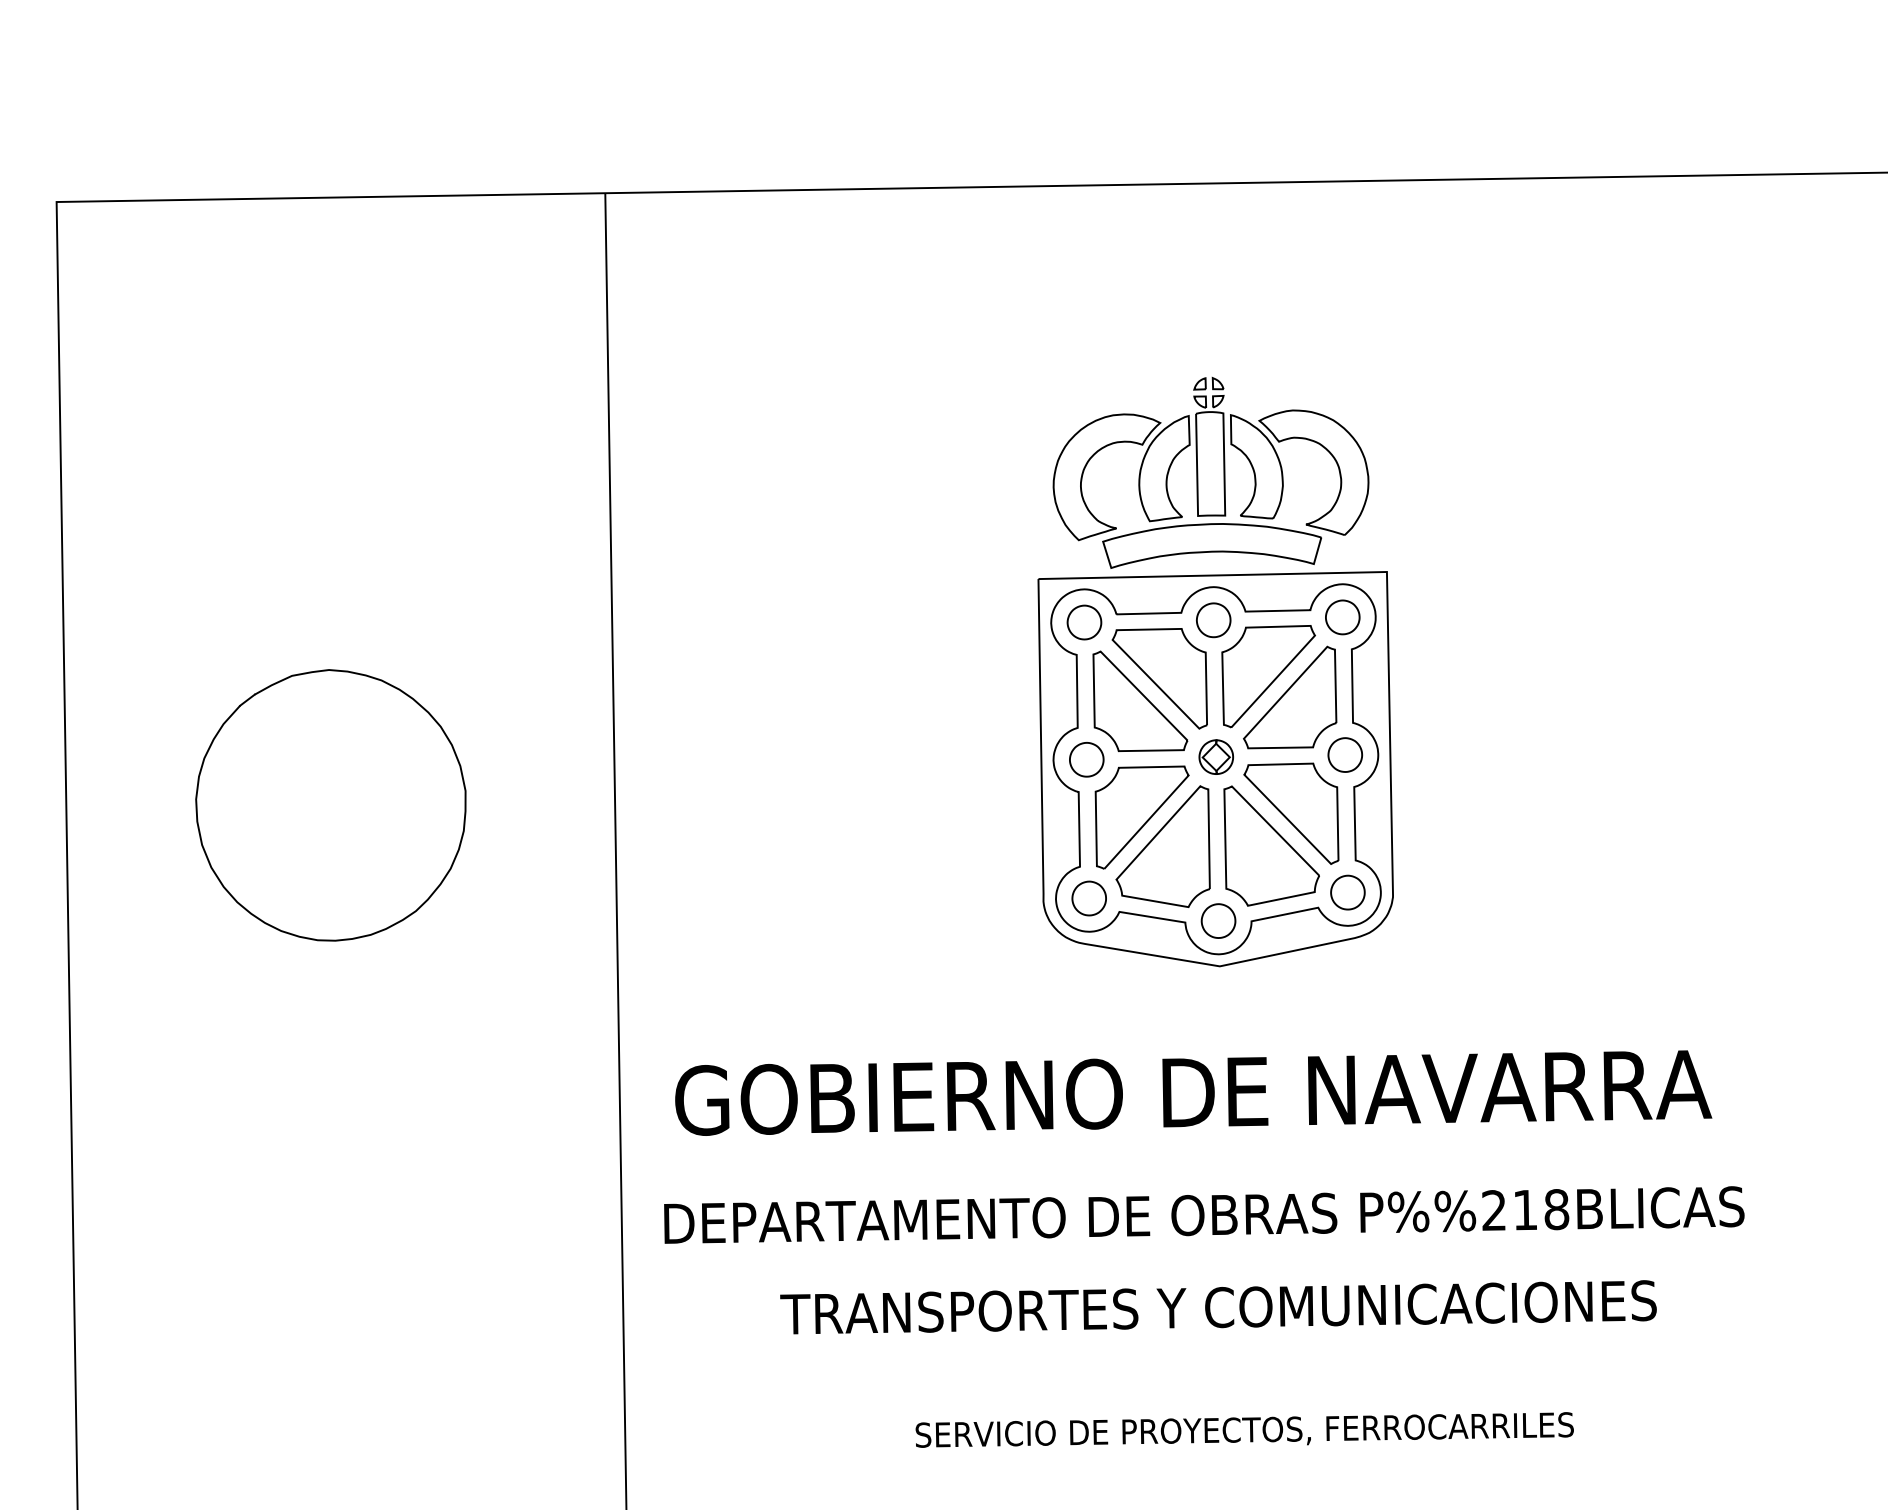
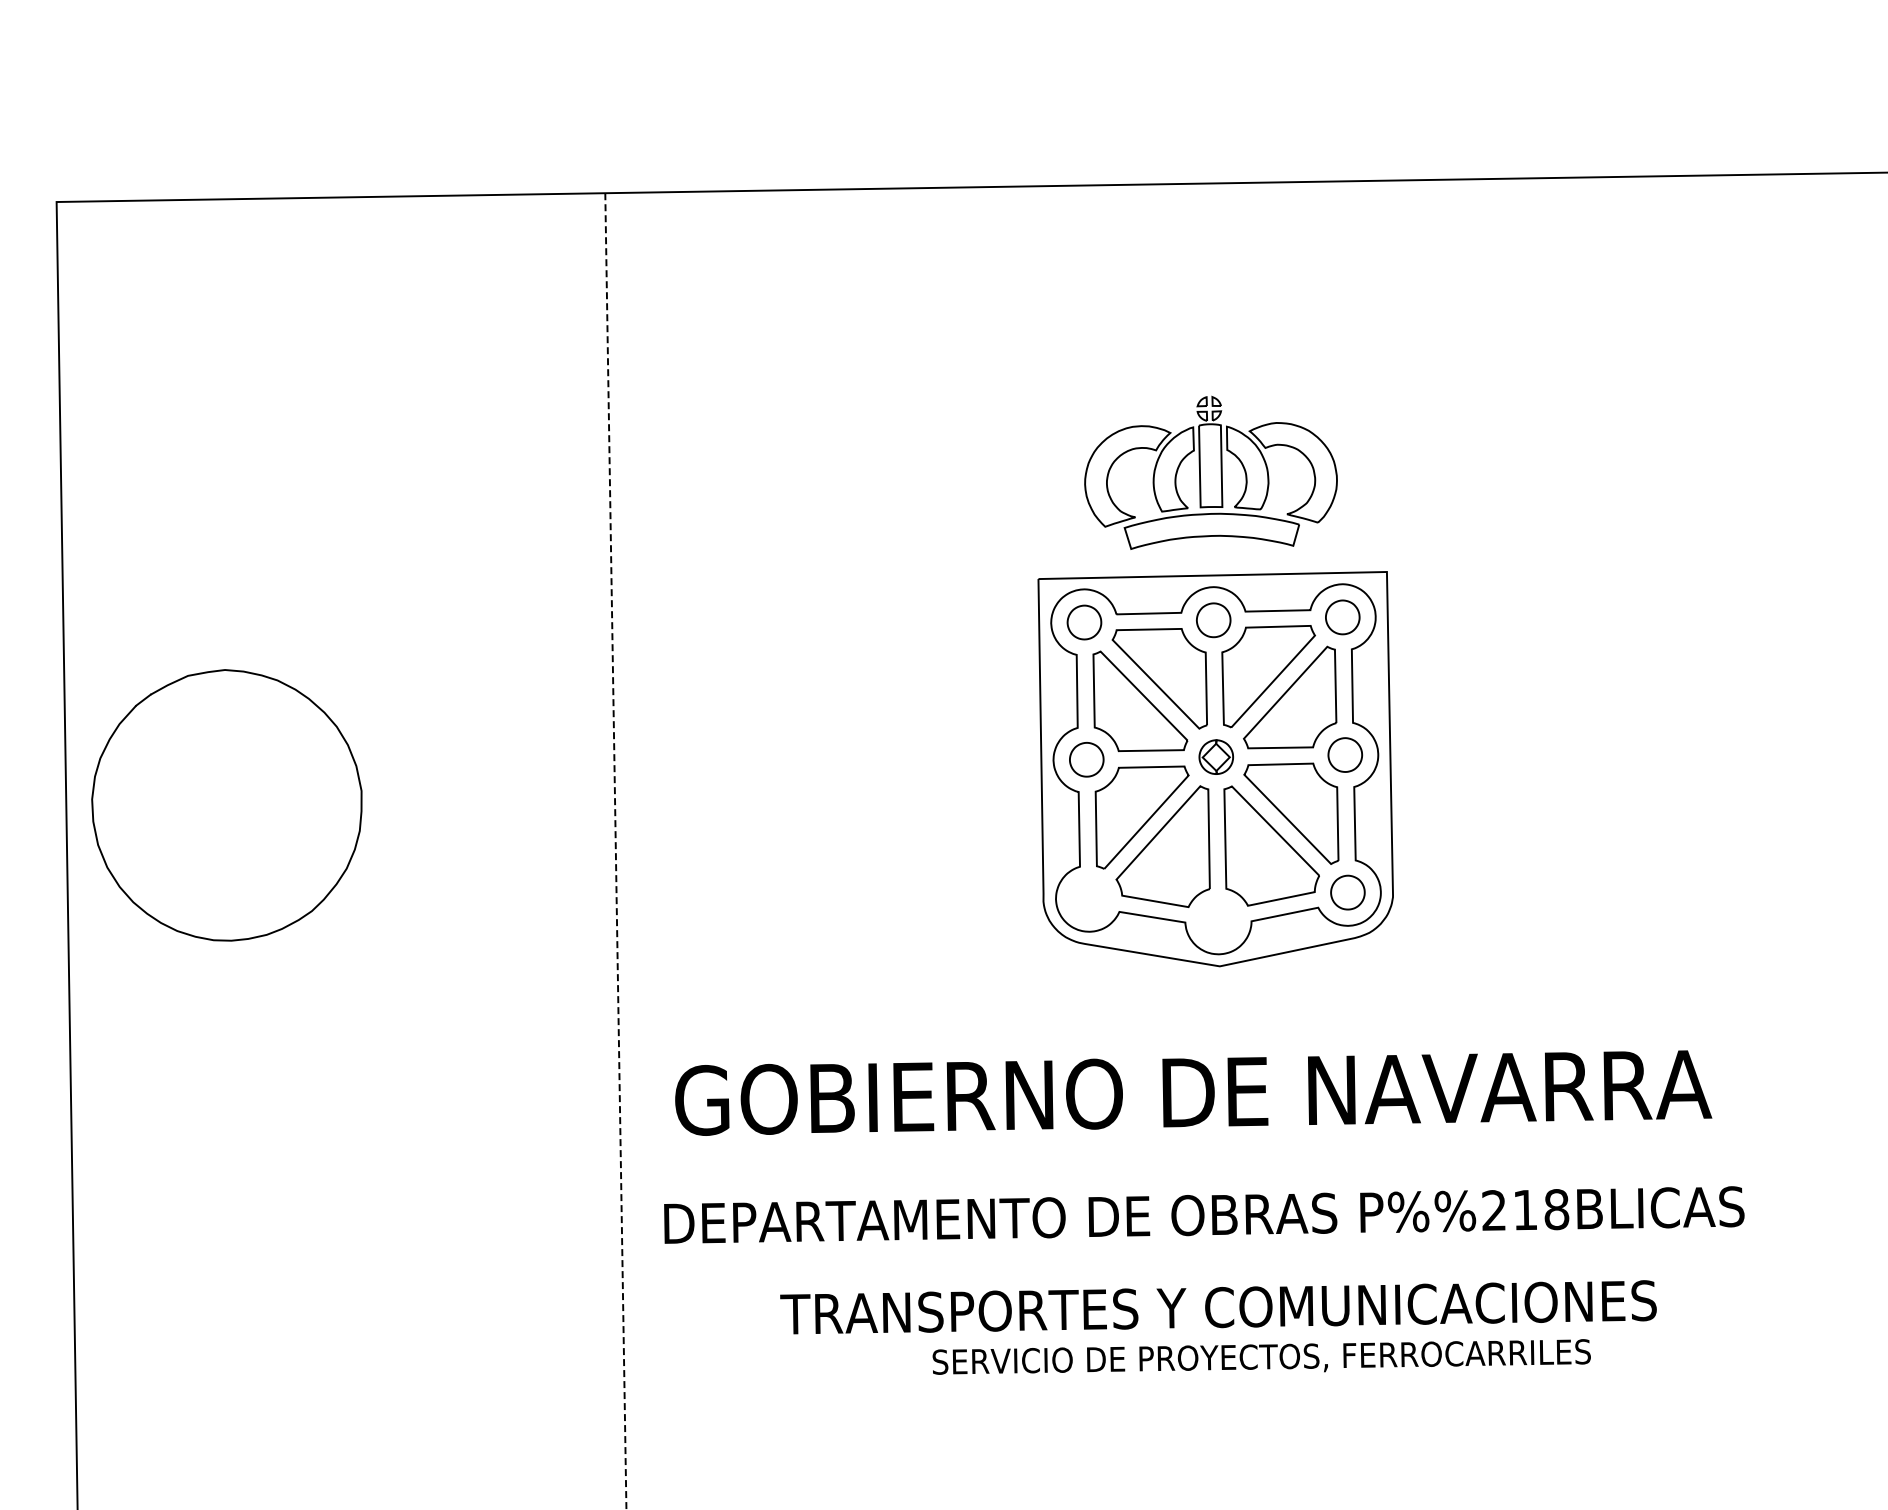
part at (1210, 472) size: 318x192 px -> 254x155 px
part at (330, 805) position: (330, 805) -> (226, 805)
line at (615, 851): solid -> dashed
part at (1088, 898): present -> none
part at (1218, 920): present -> none
text at (1244, 1429) position: (1244, 1429) -> (1261, 1356)
